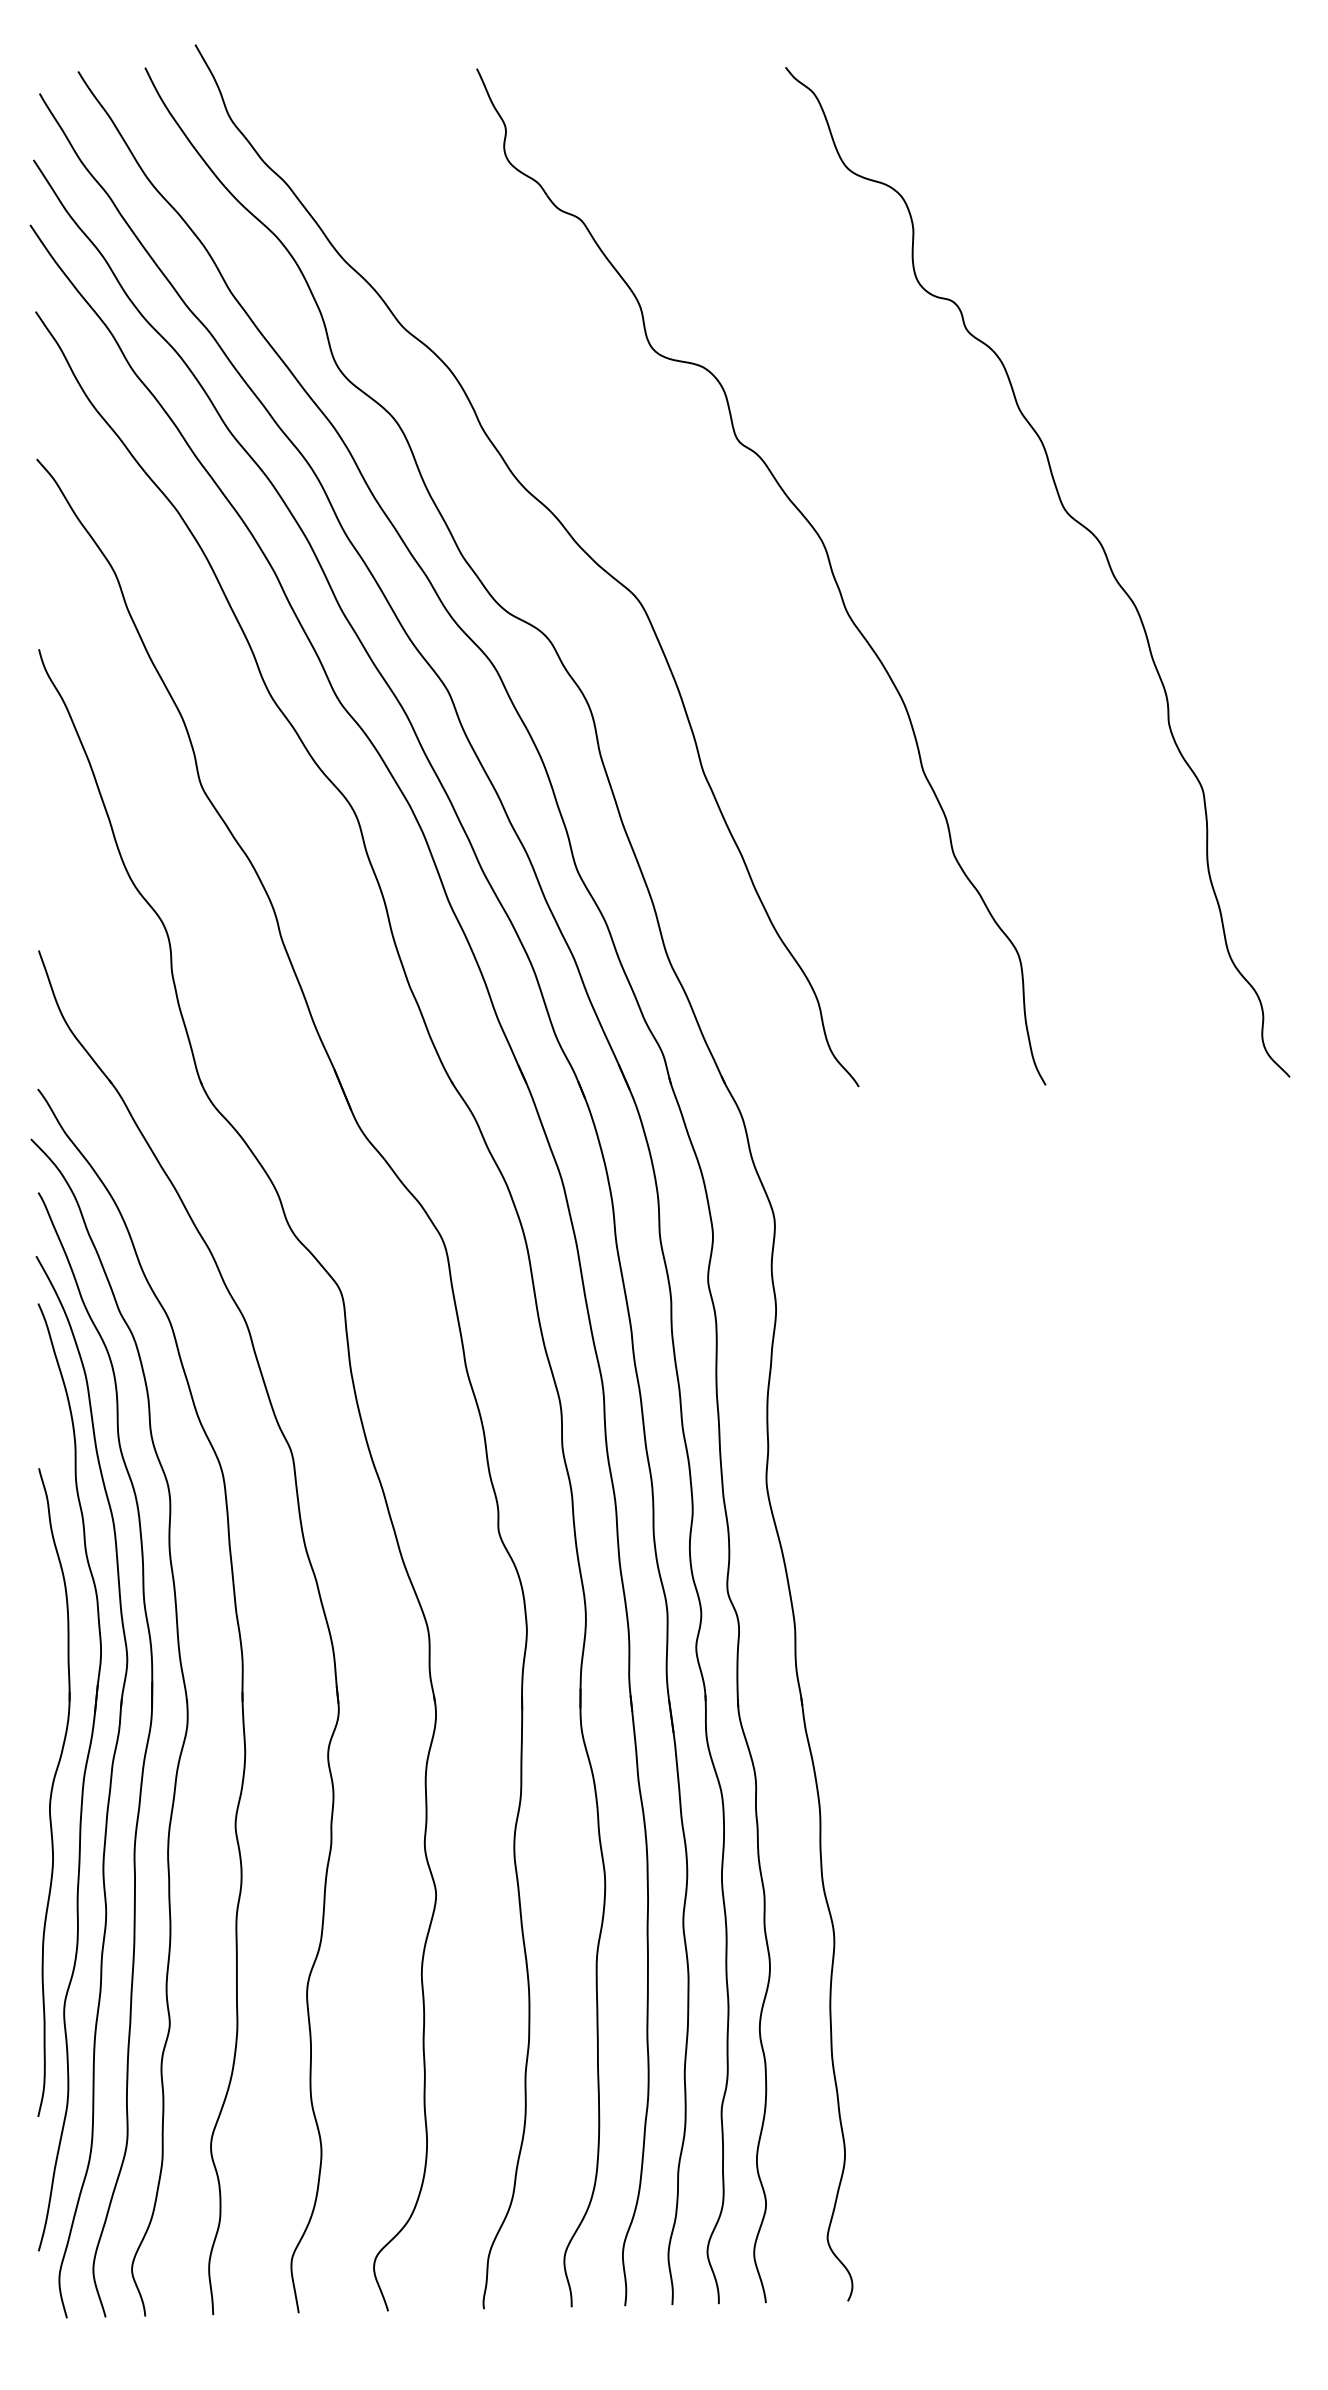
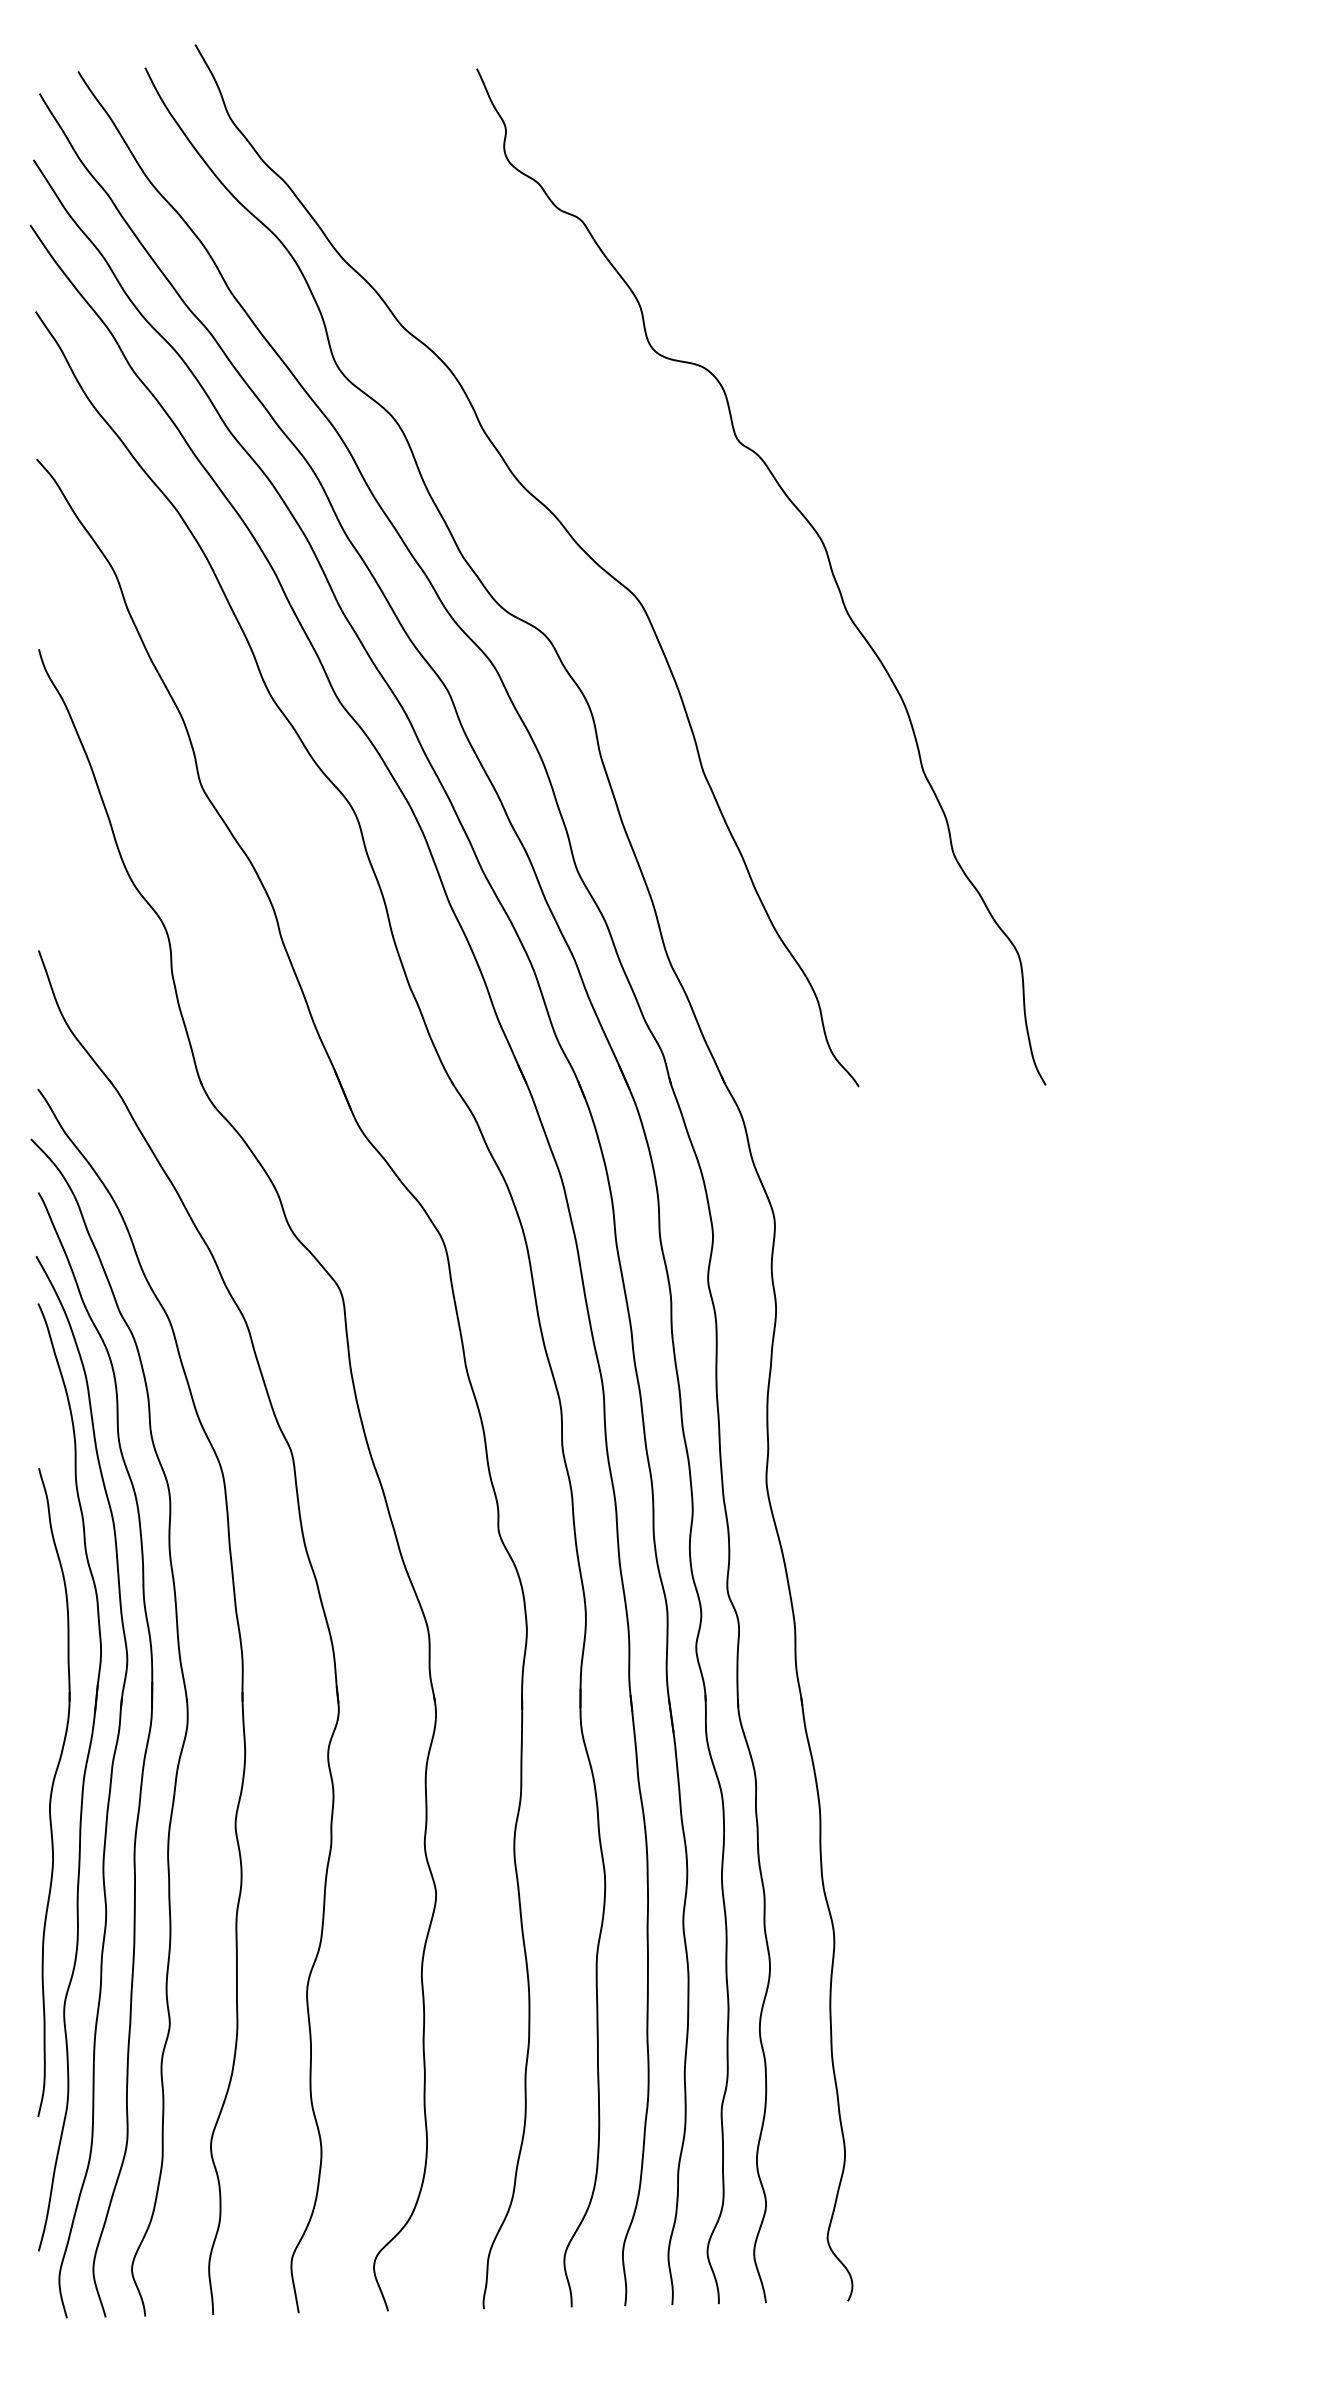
curve at (1076, 522): present -> none
